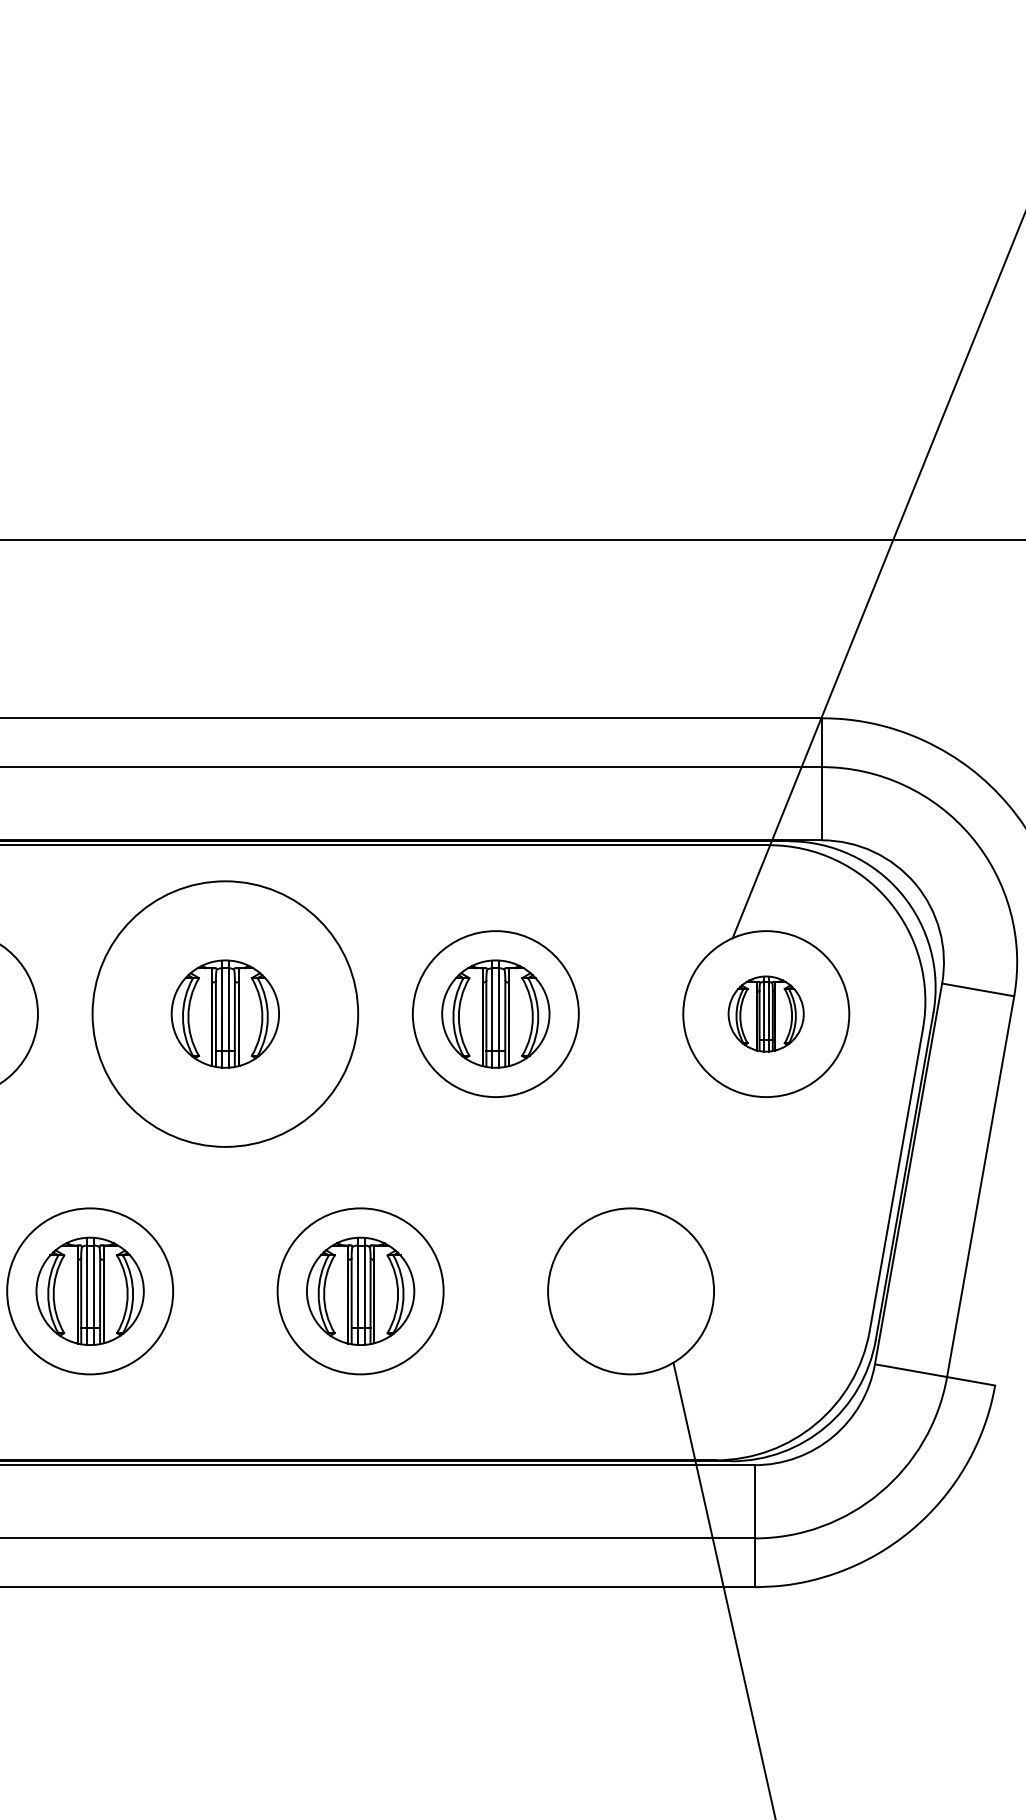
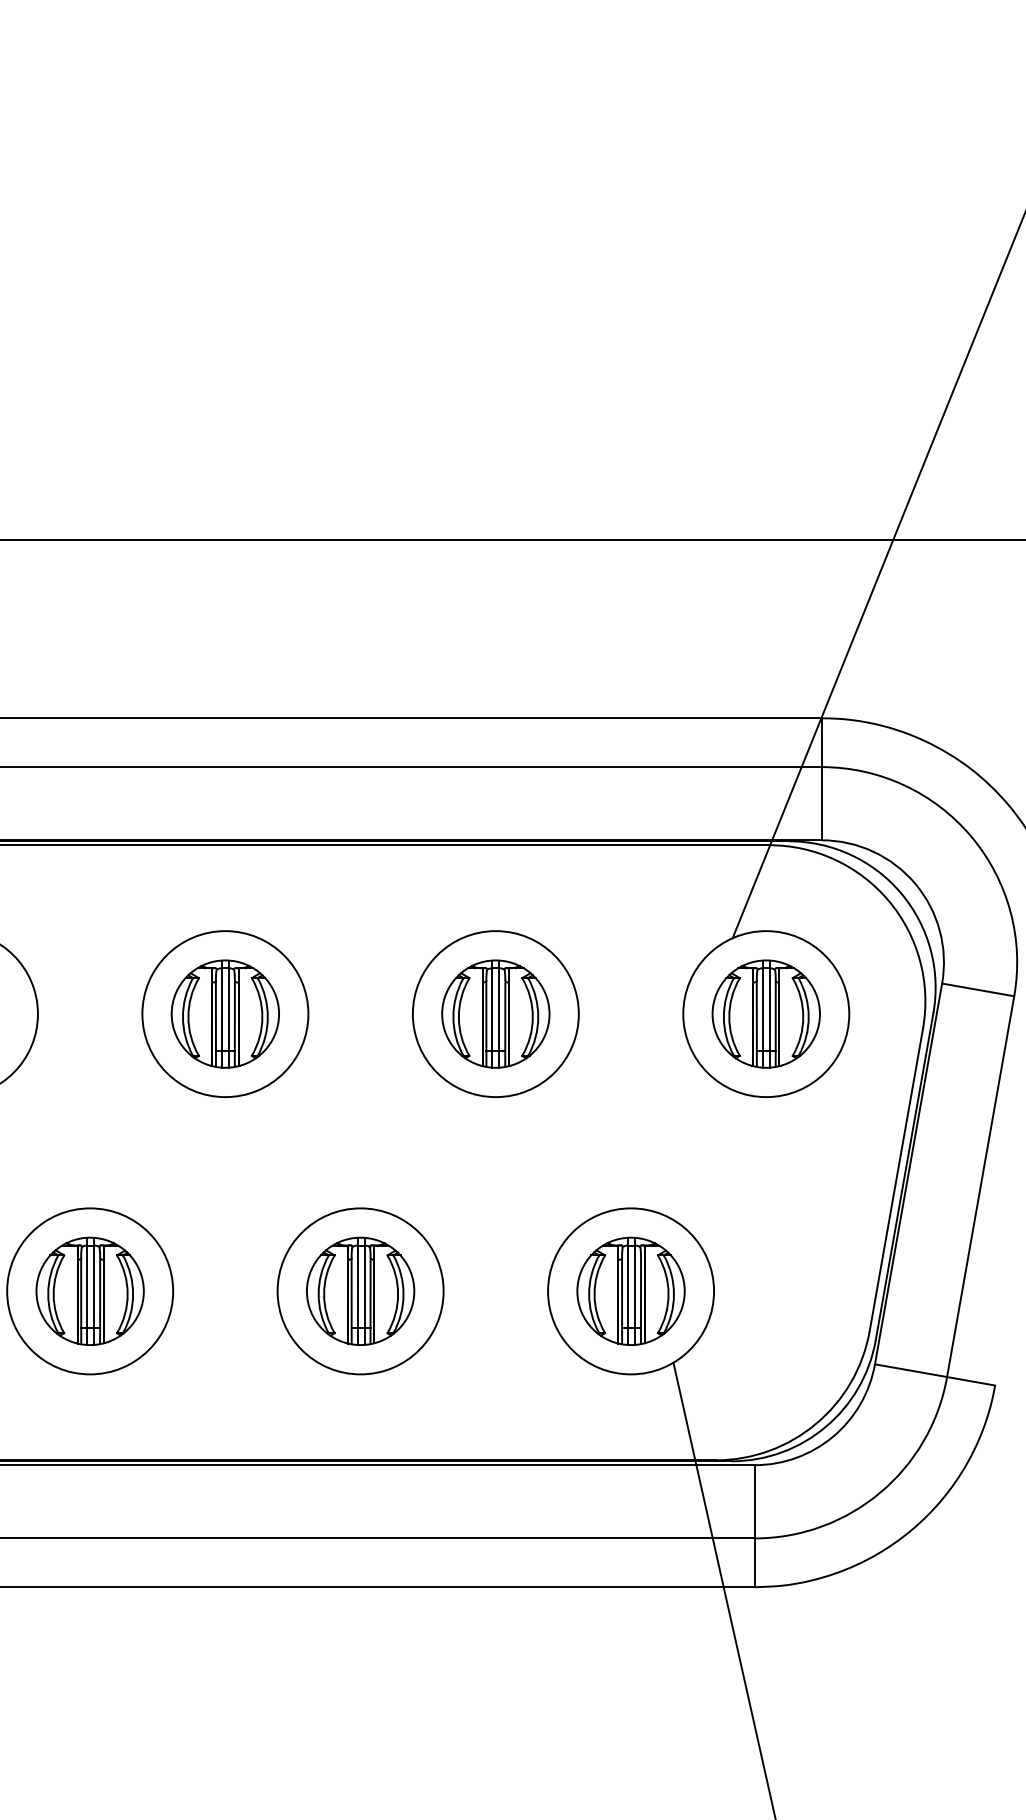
circle at (225, 1013) diameter: 266 px -> 166 px
part at (765, 1013) size: 78x78 px -> 110x110 px
part at (630, 1290): none -> present
